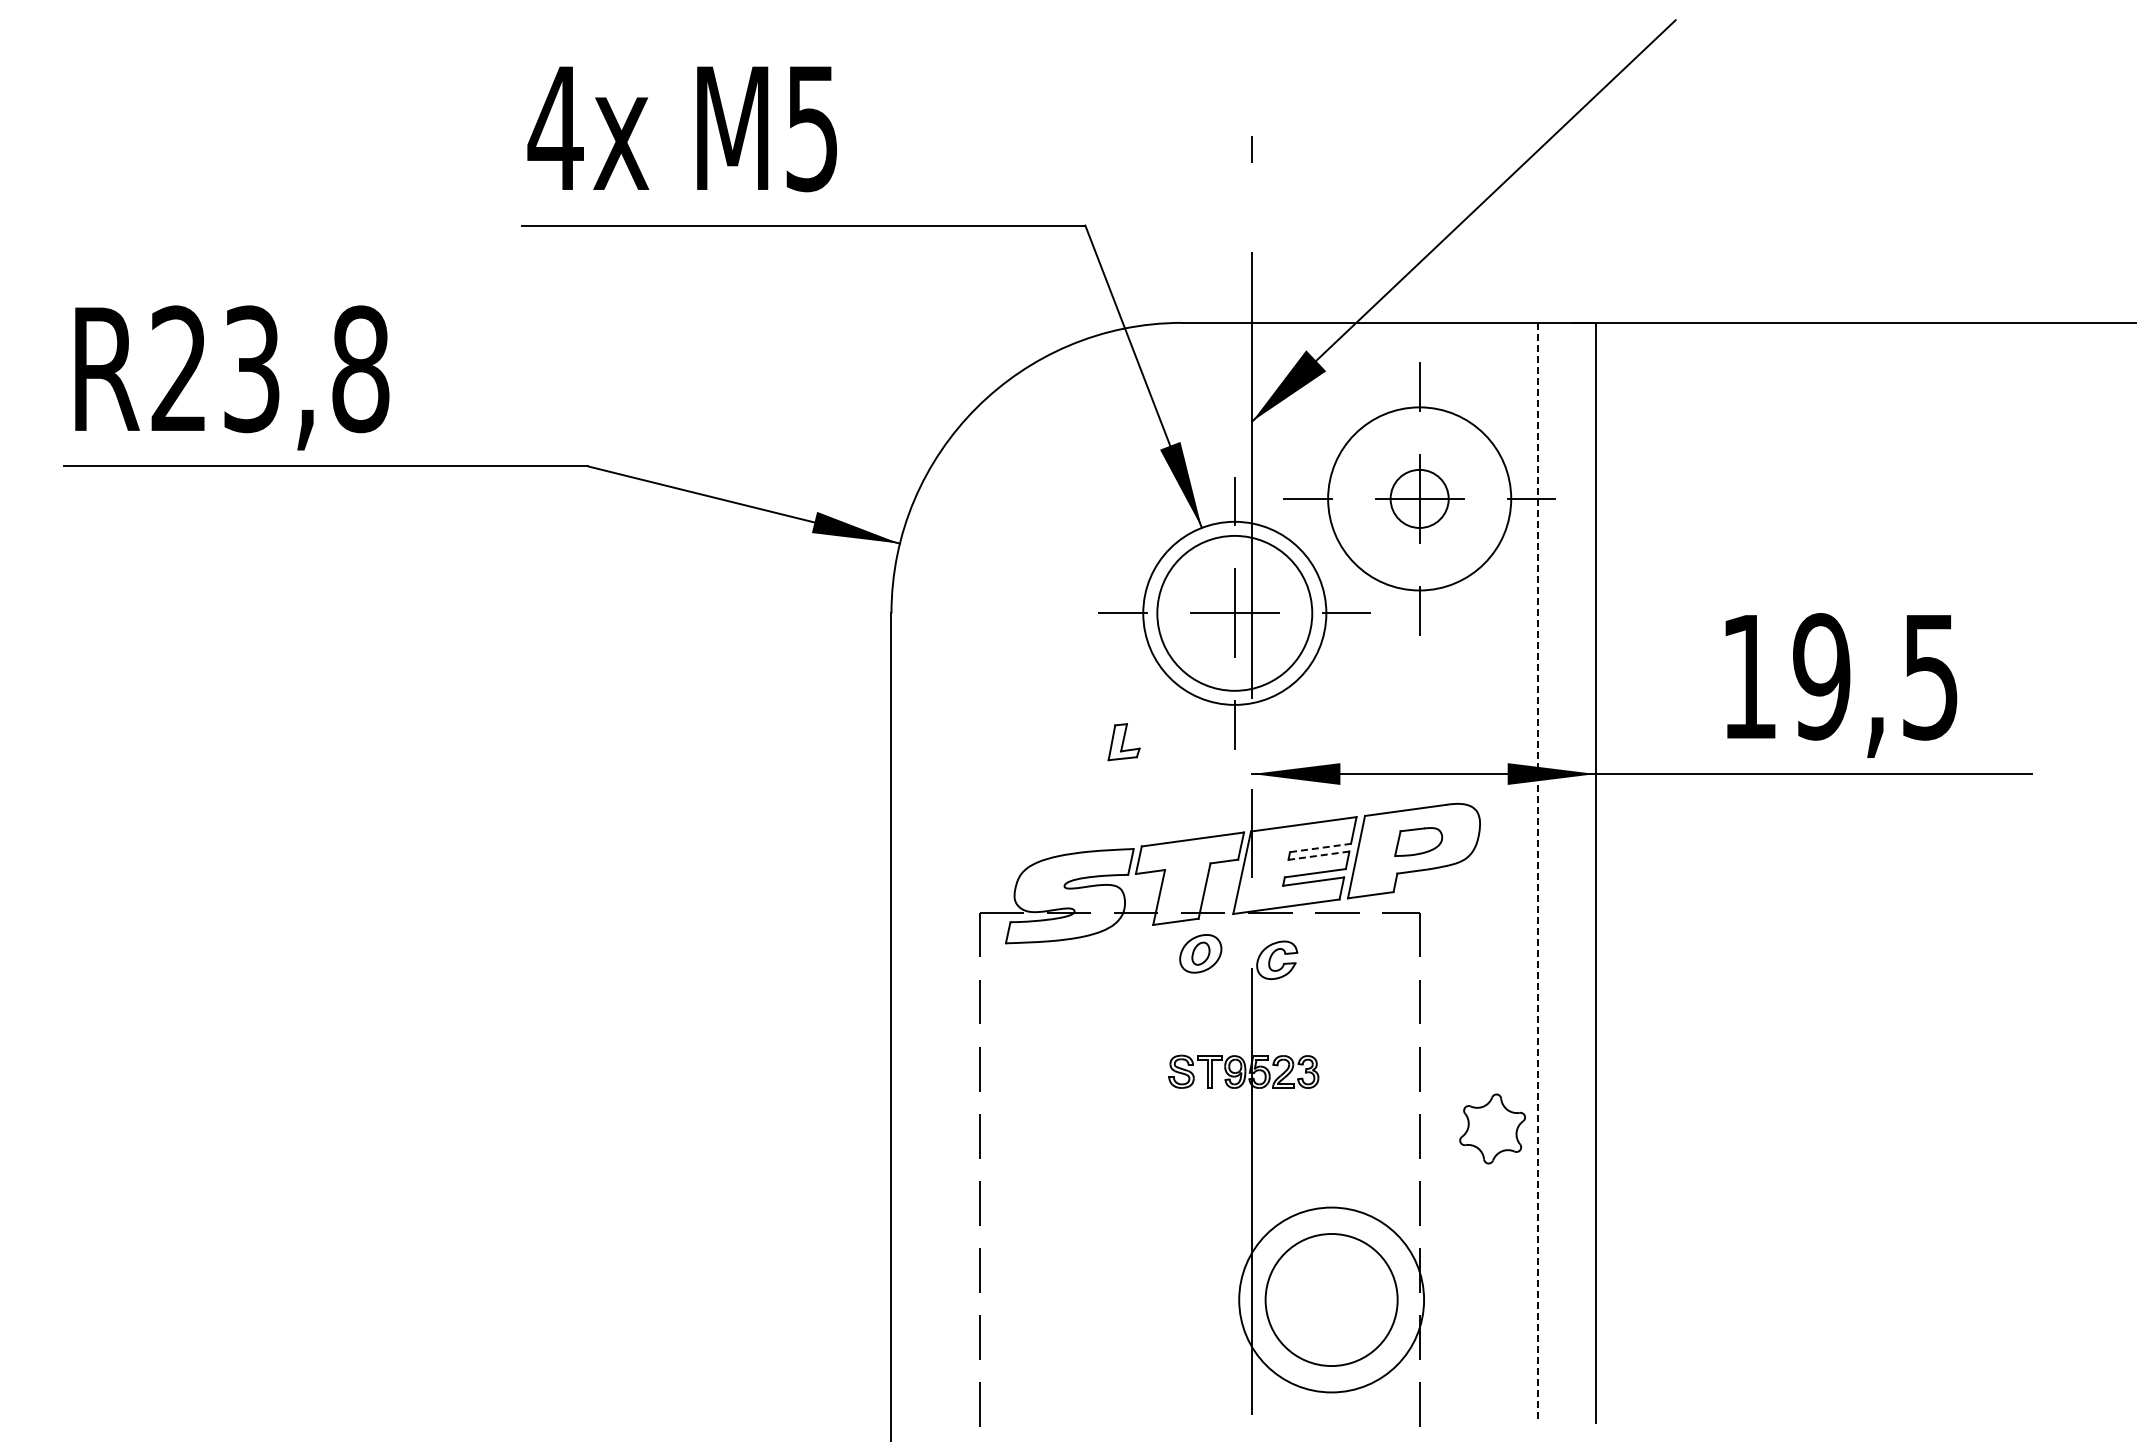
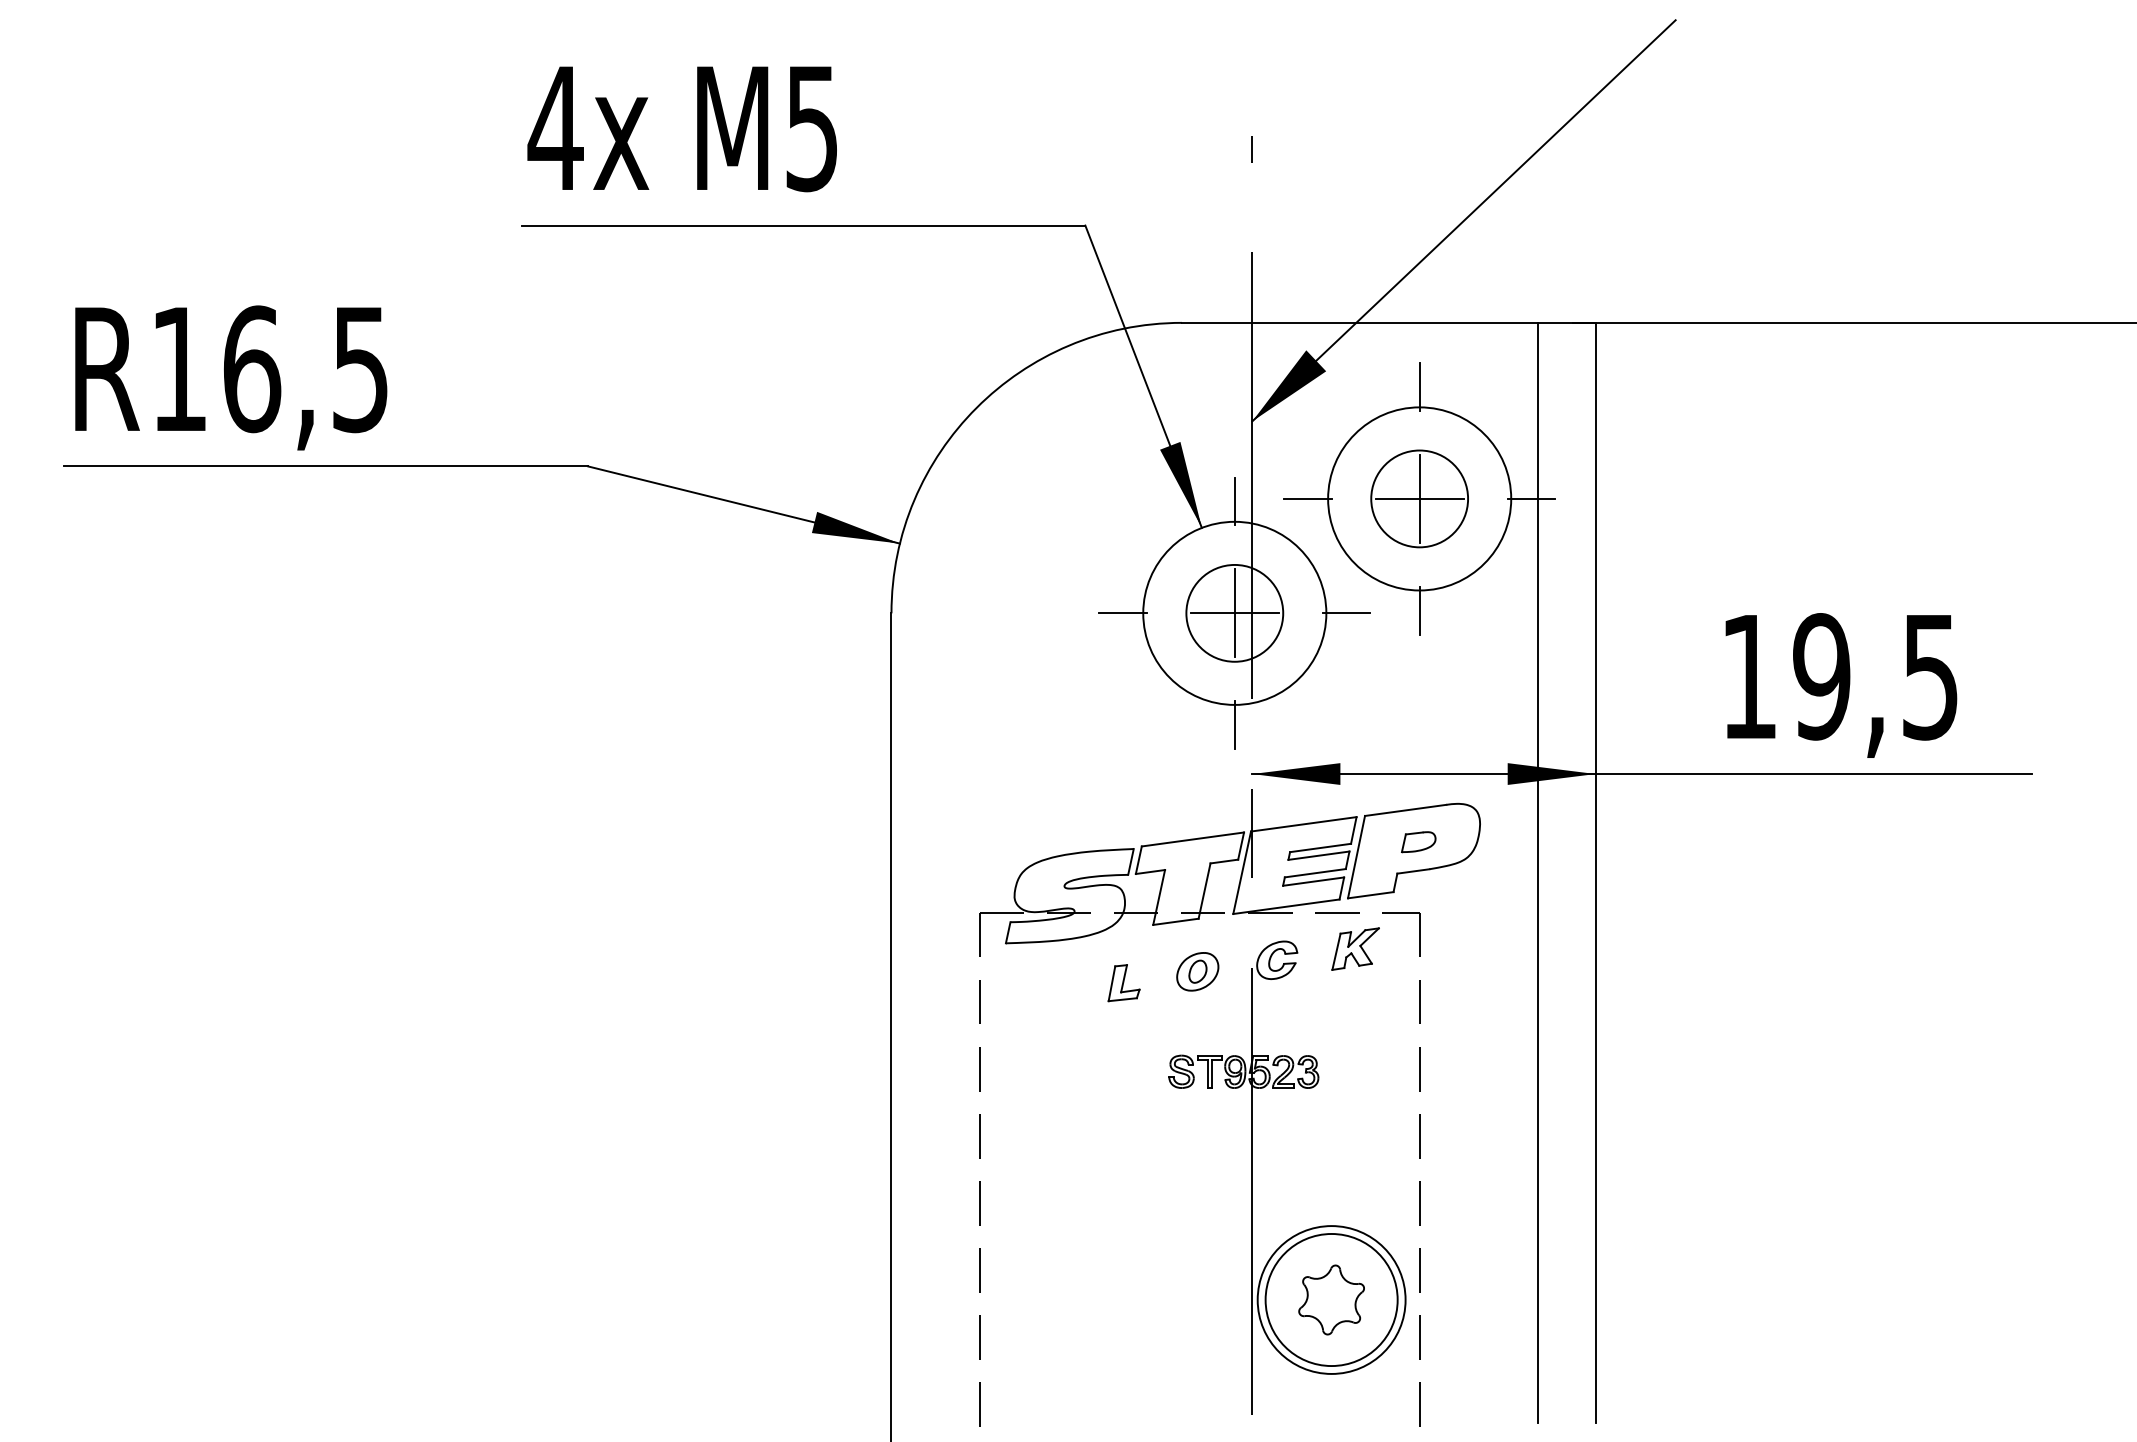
text at (270, 369): R23,8 -> R16,5
circle at (1419, 498) diameter: 58 px -> 97 px
circle at (1234, 612) diameter: 155 px -> 97 px
part at (1123, 742) position: (1123, 742) -> (1123, 983)
part at (1418, 841) size: 50x30 px -> 36x23 px
line at (1320, 847): dashed -> solid
line at (1318, 855): dashed -> solid
line at (1537, 873): dashed -> solid
part at (1355, 948): none -> present
part at (1200, 953) position: (1200, 953) -> (1197, 971)
part at (1492, 1128) position: (1492, 1128) -> (1331, 1299)
circle at (1331, 1299) diameter: 185 px -> 148 px
